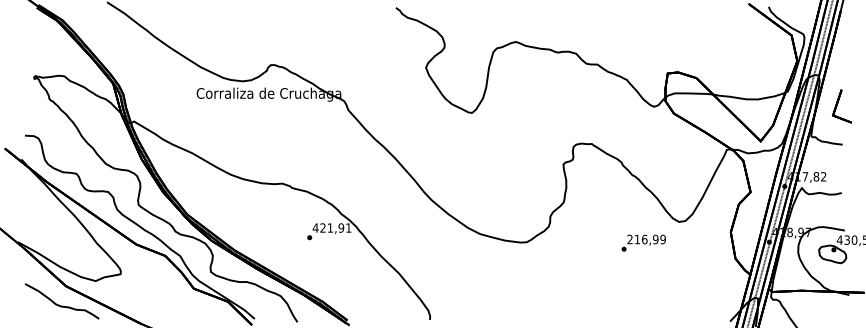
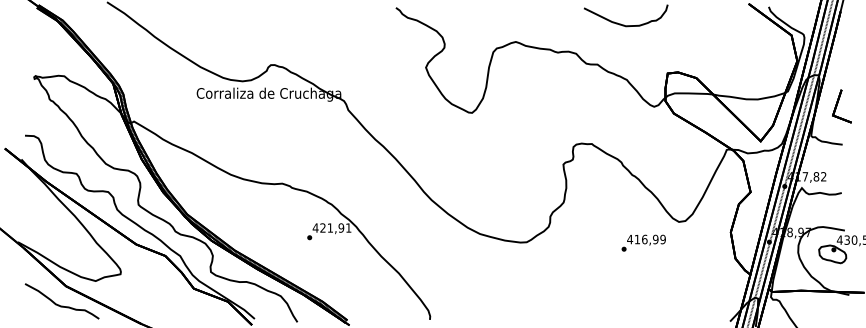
part at (624, 24): none -> present
text at (630, 239): 216,99 -> 416,99
